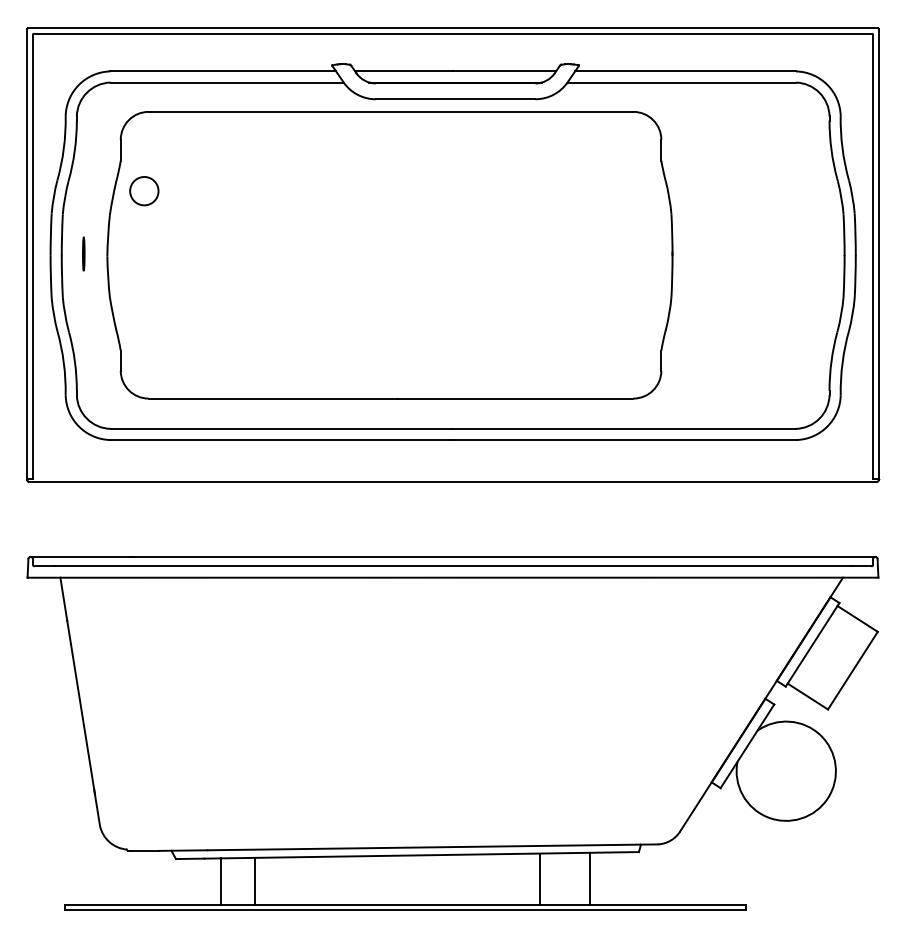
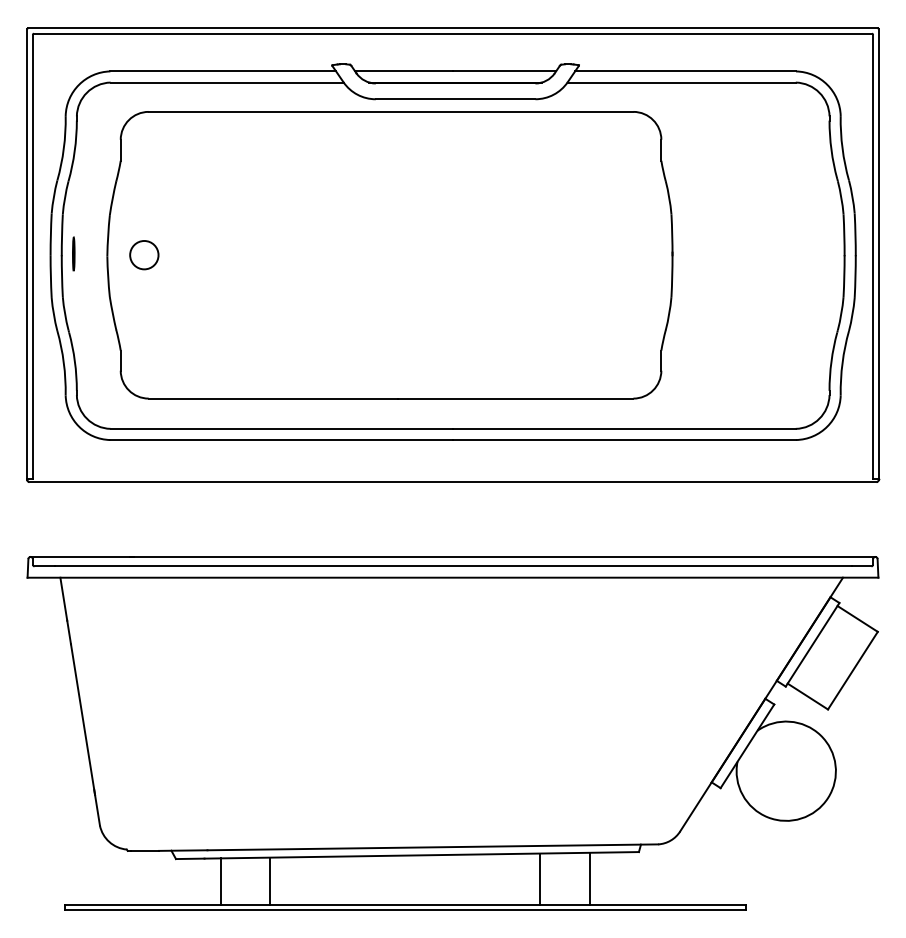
circle at (144, 191) position: (144, 191) -> (144, 255)
line at (83, 253) position: (83, 253) -> (73, 253)
line at (255, 880) position: (255, 880) -> (270, 880)
